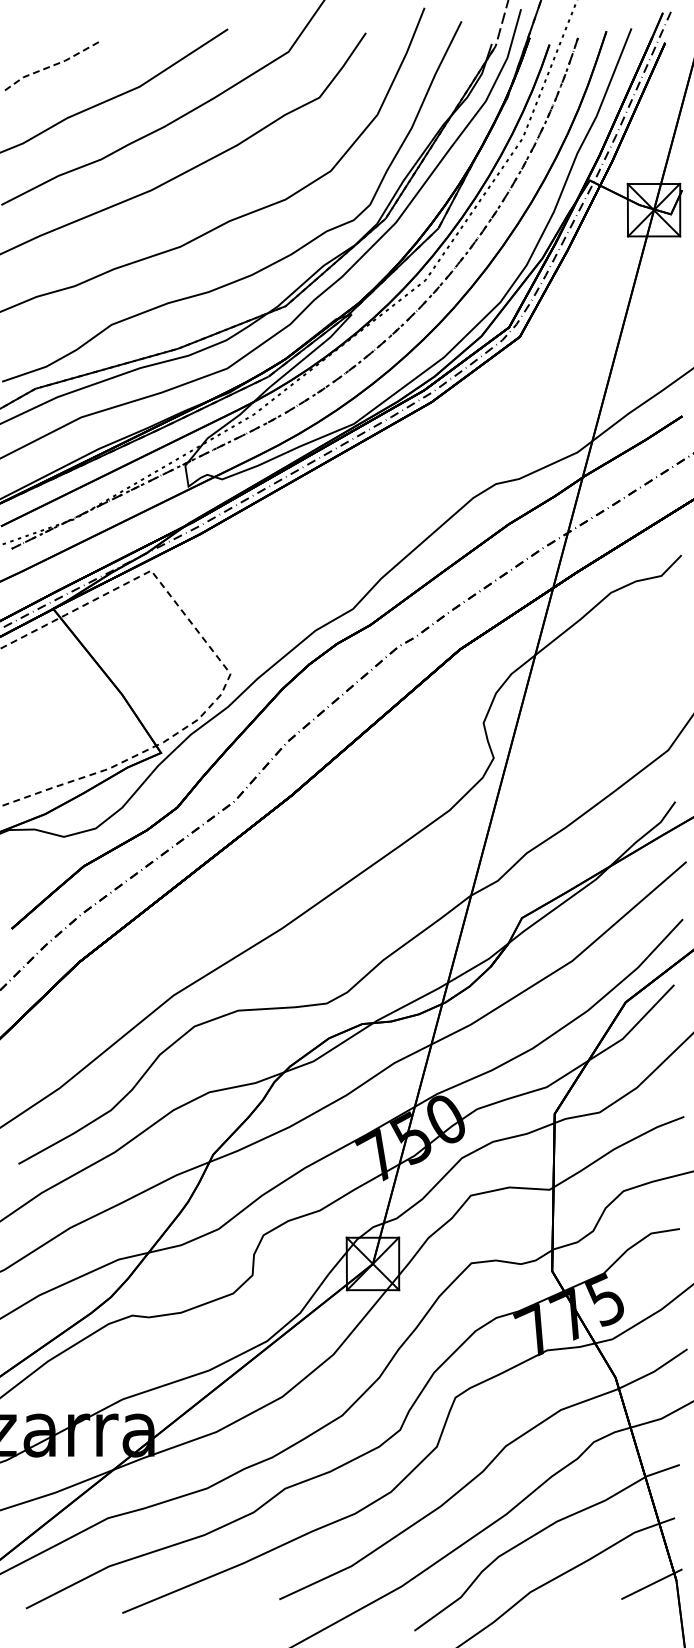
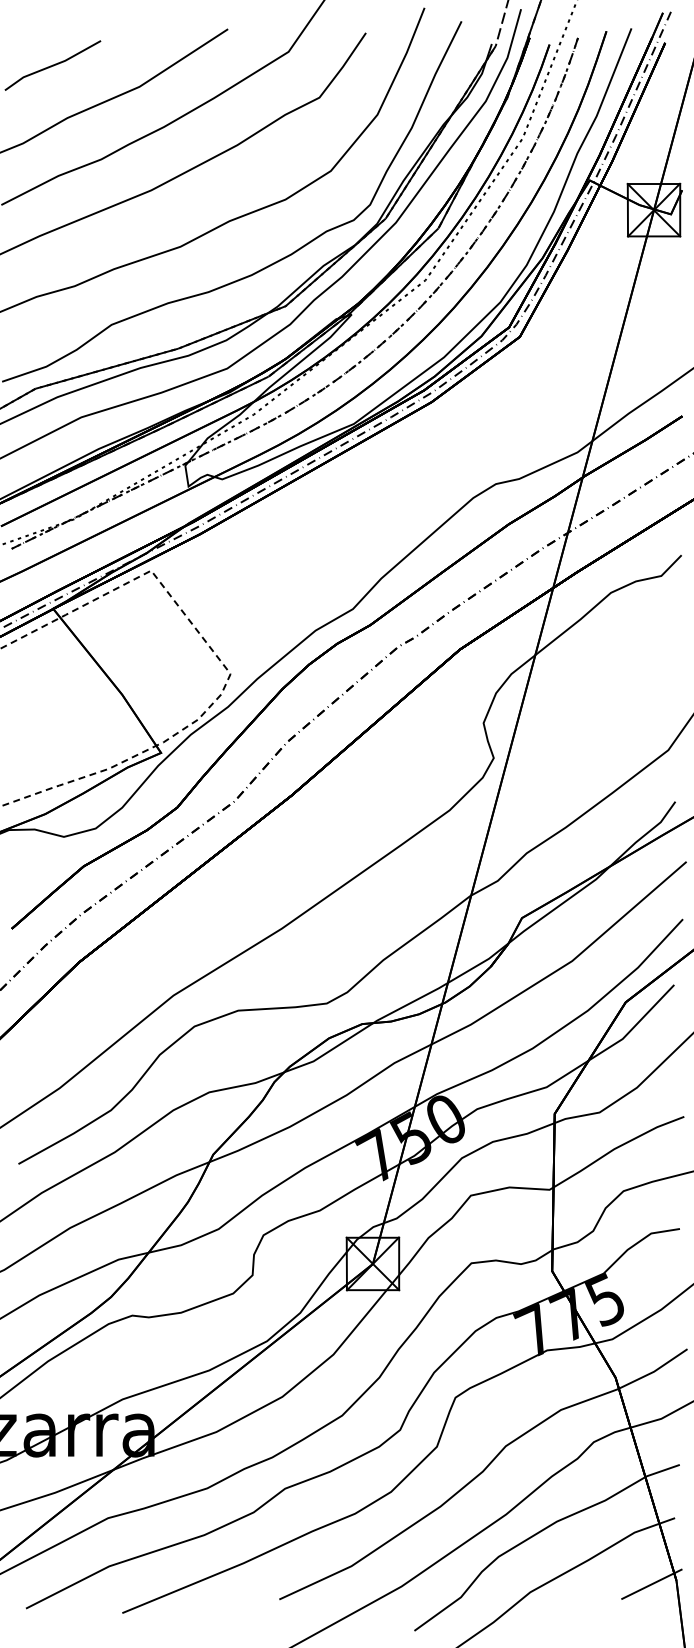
line at (53, 65): dashed -> solid
